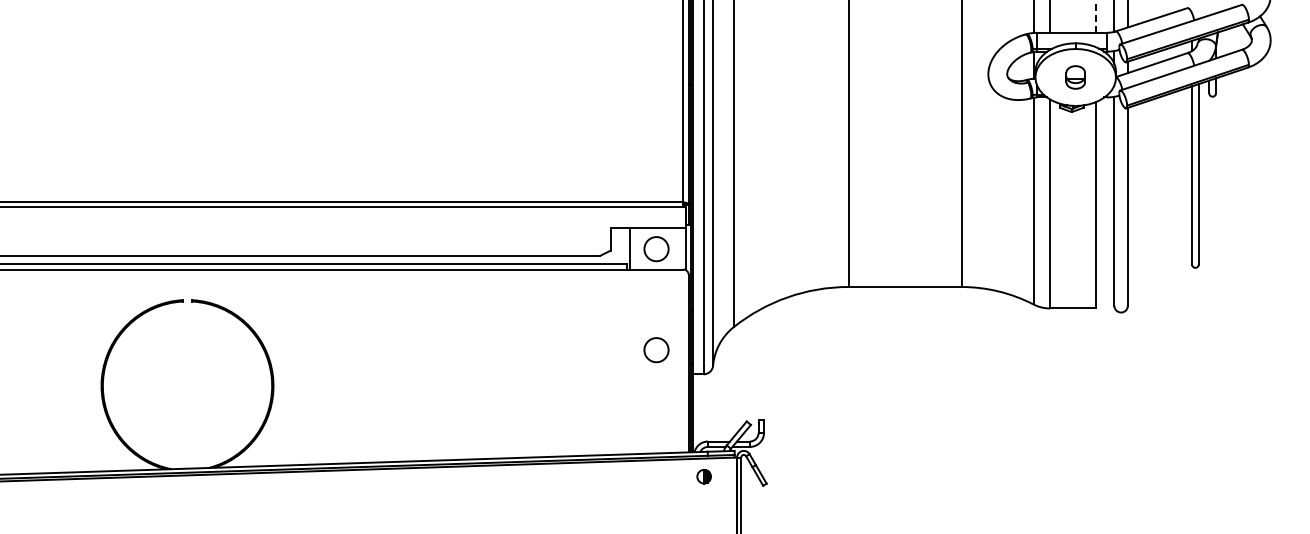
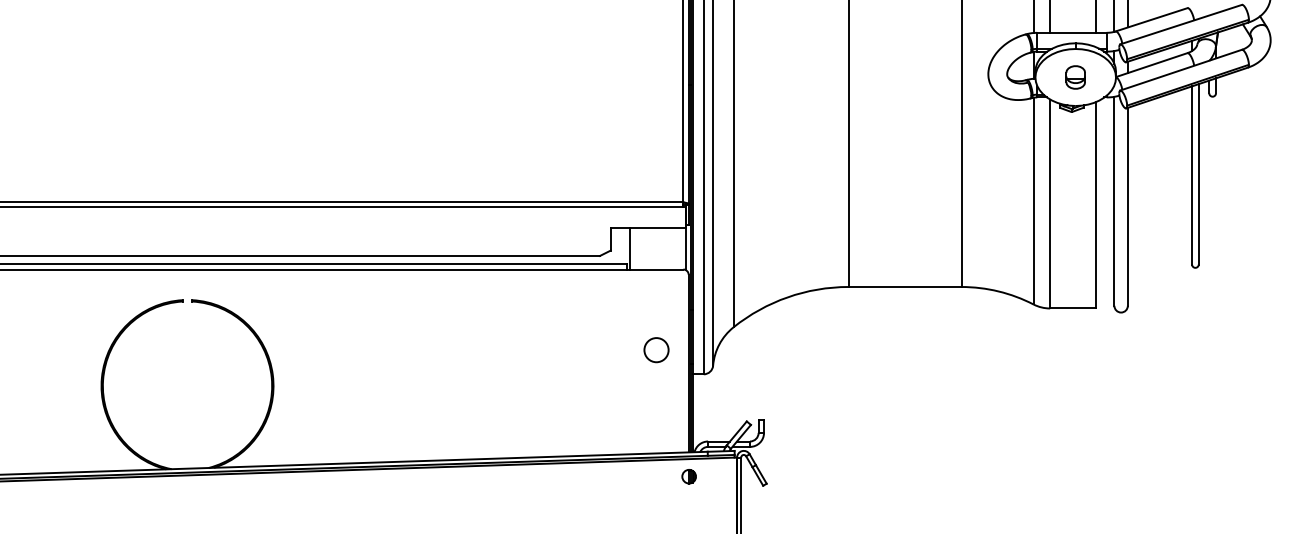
line at (1095, 16): dashed -> solid
circle at (656, 249): present -> none
part at (703, 476) position: (703, 476) -> (688, 476)
